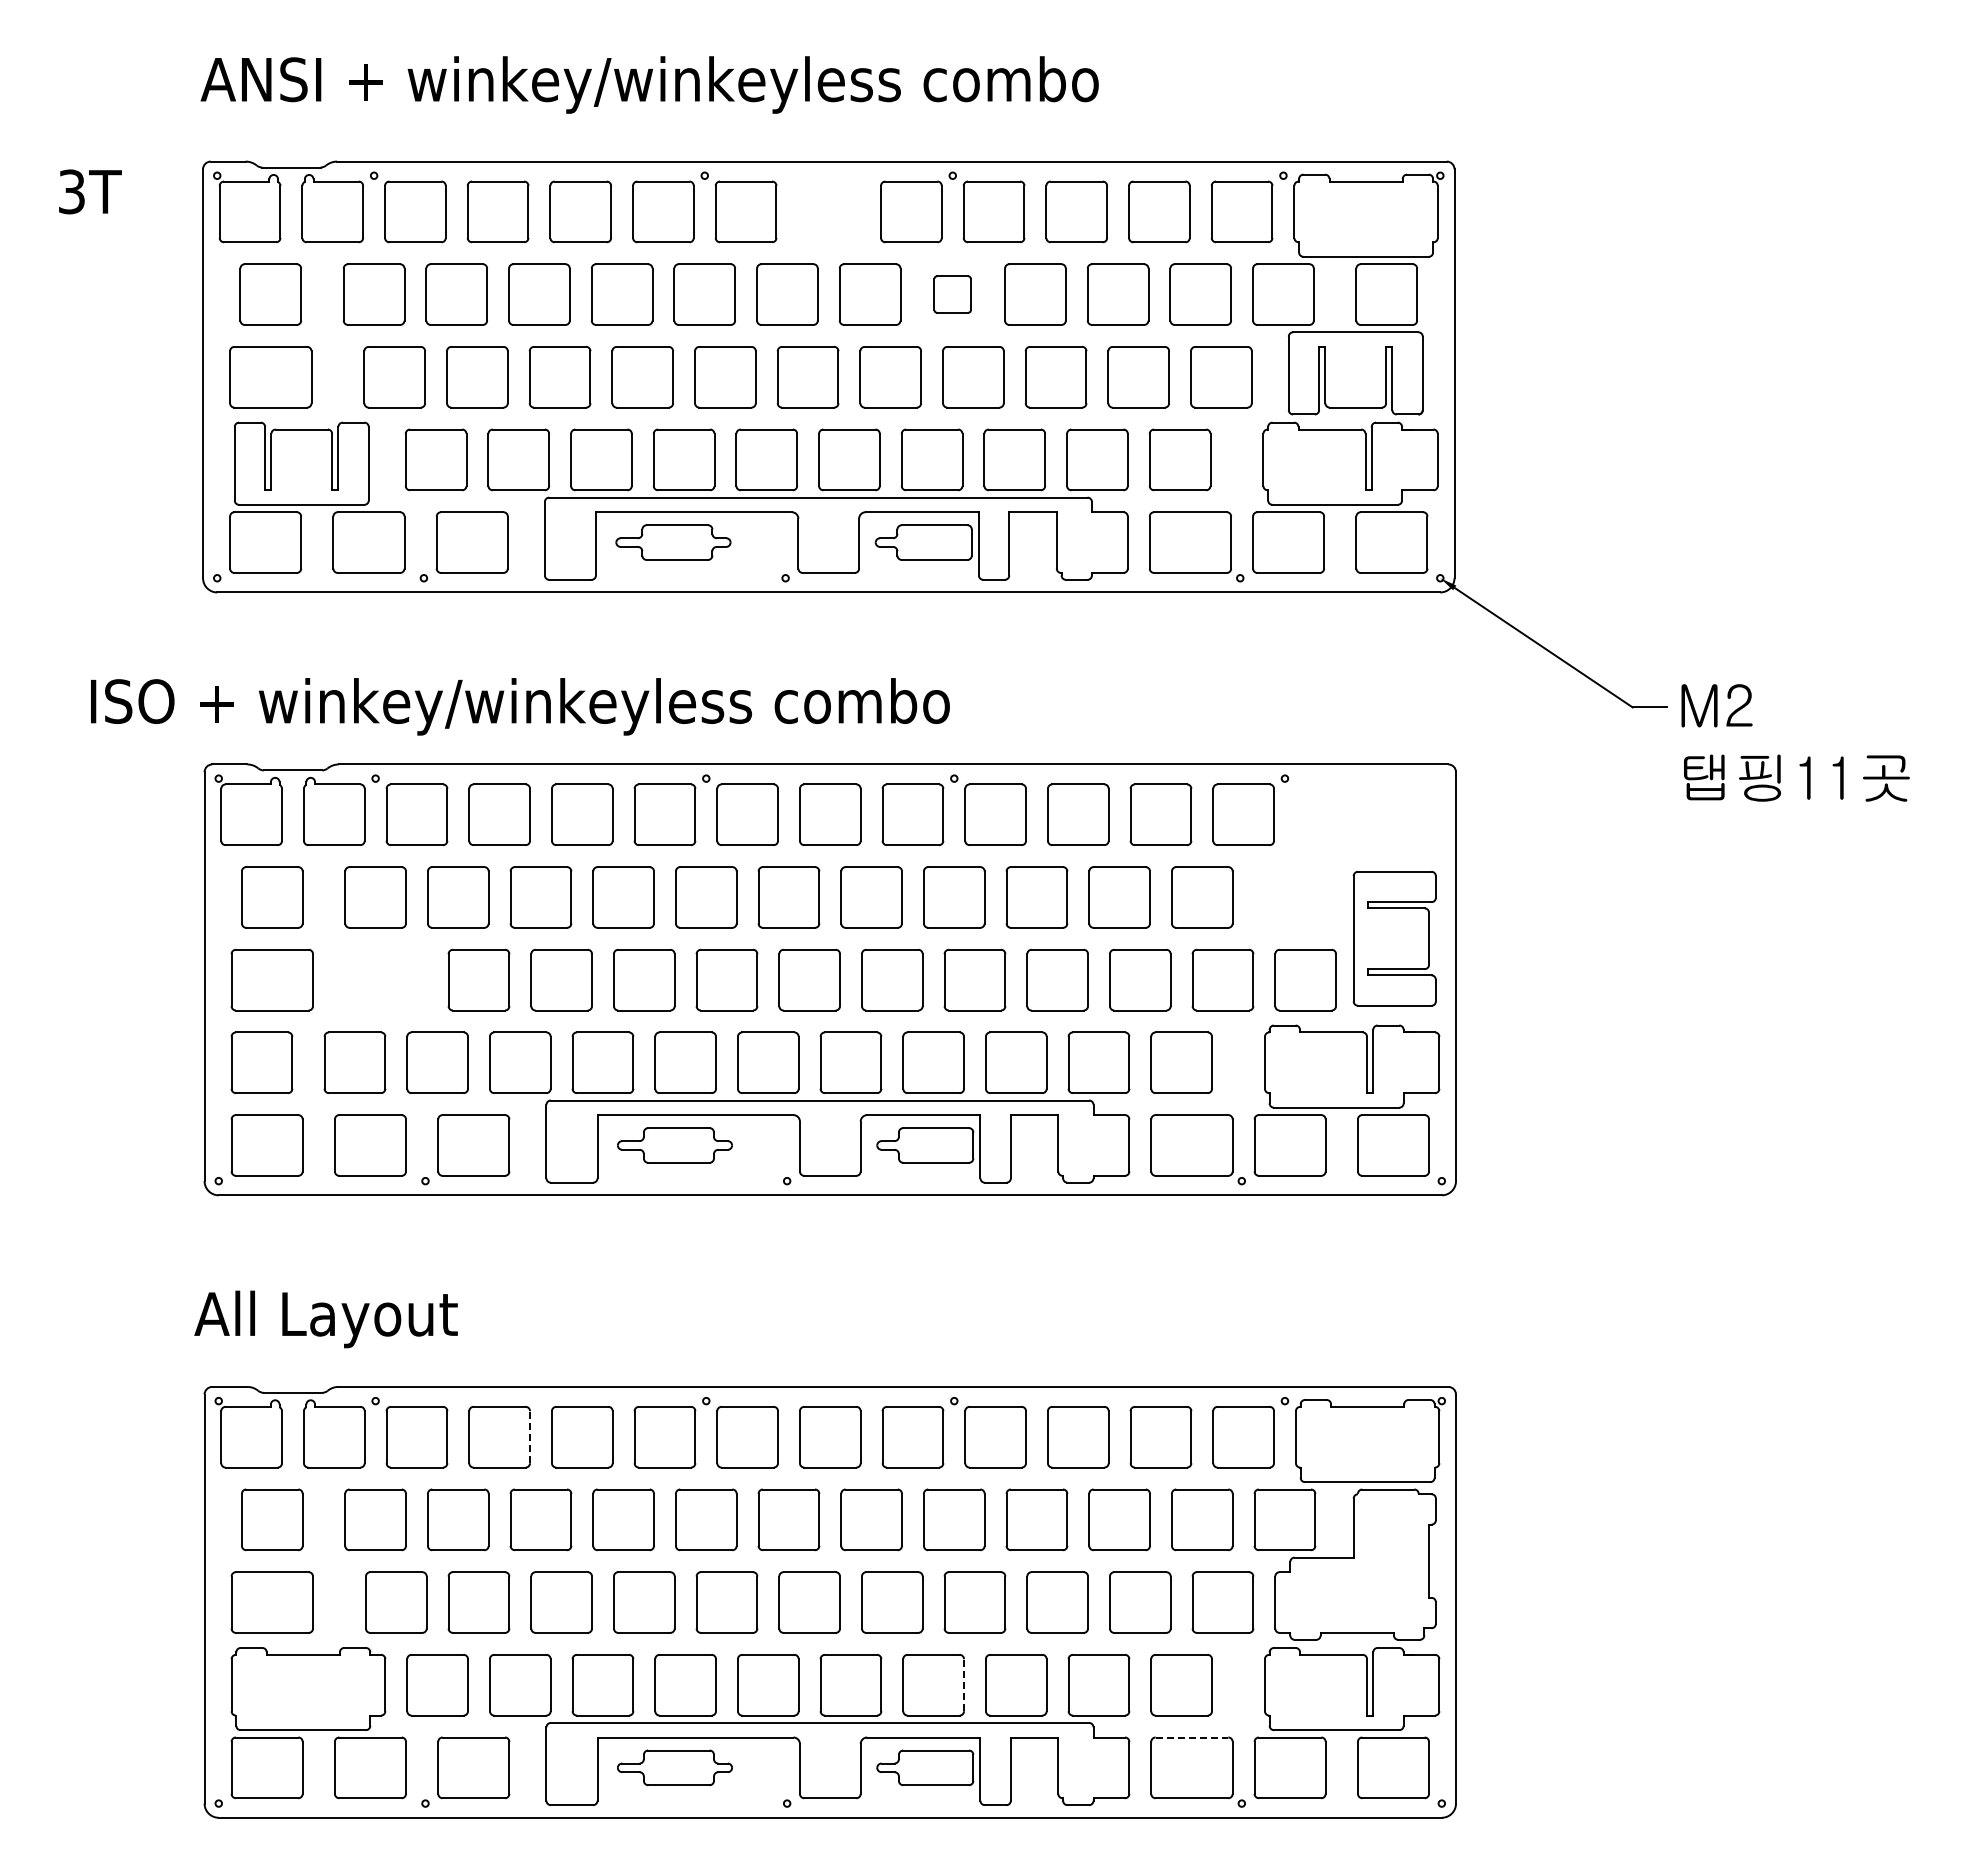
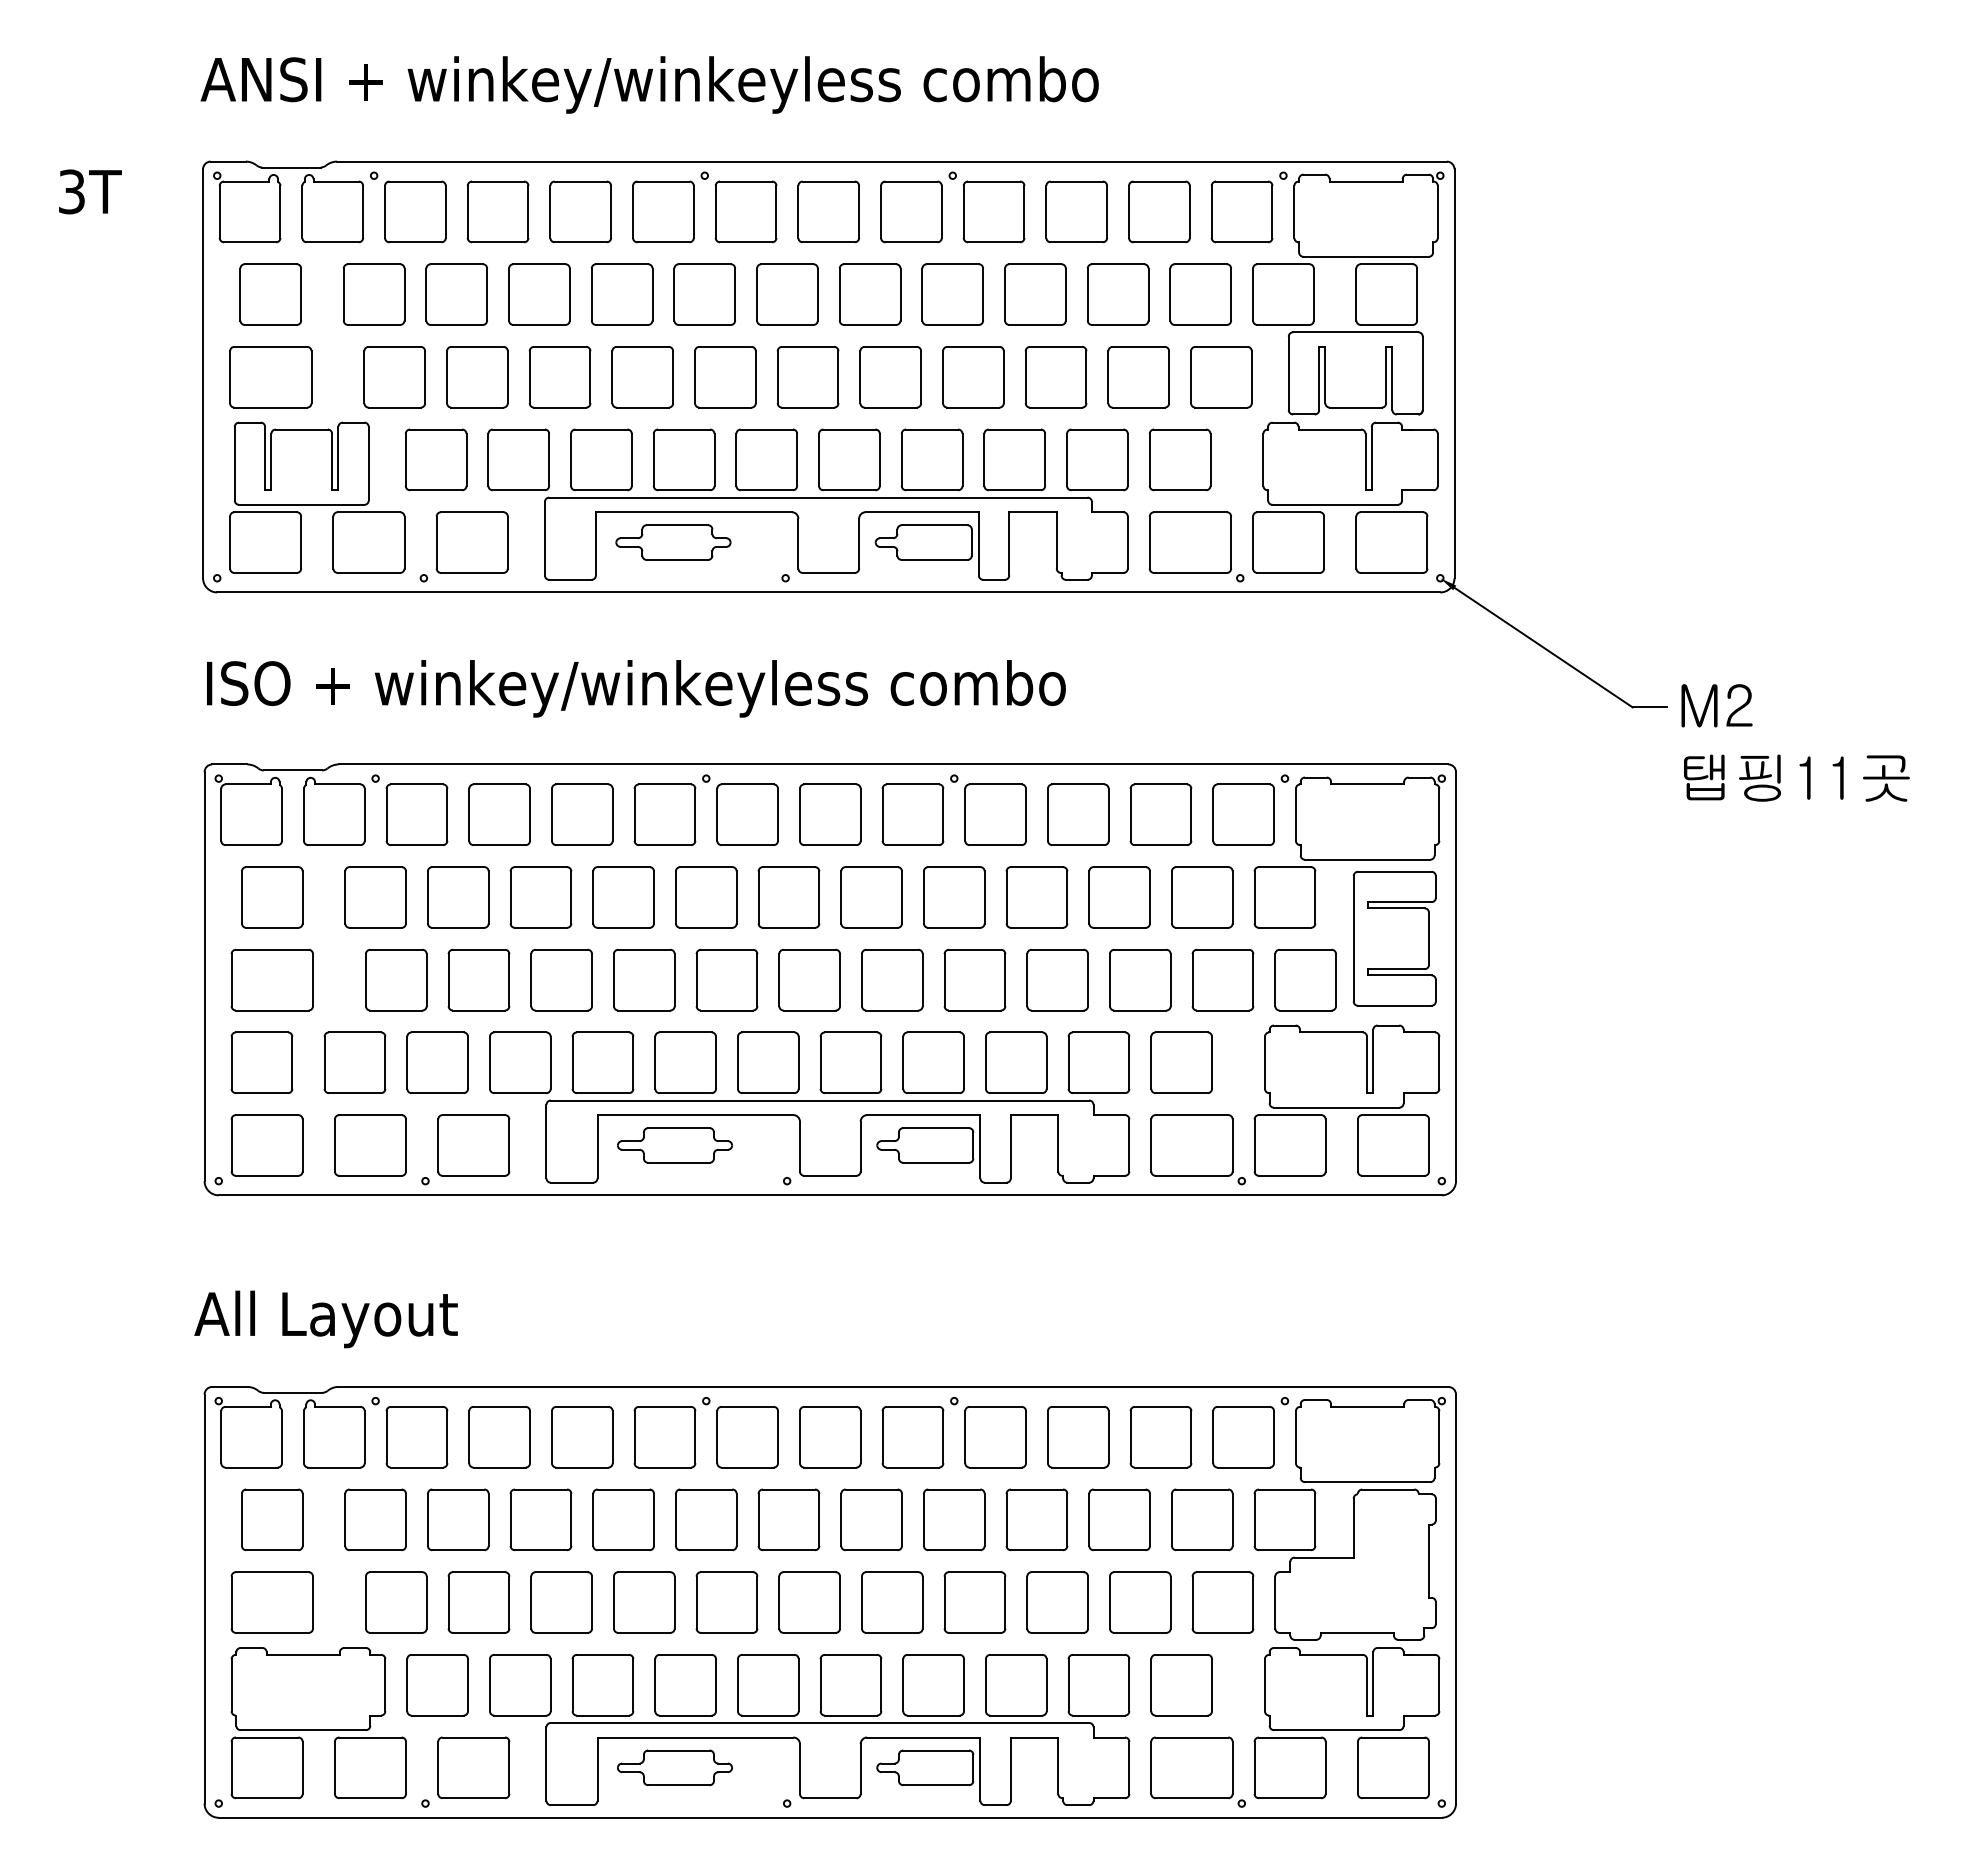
part at (828, 211): none -> present
part at (952, 294) size: 39x39 px -> 63x63 px
text at (520, 706) position: (520, 706) -> (636, 688)
part at (1349, 851): none -> present
part at (396, 979): none -> present
line at (530, 1436): dashed -> solid
line at (964, 1684): dashed -> solid
line at (1192, 1737): dashed -> solid
